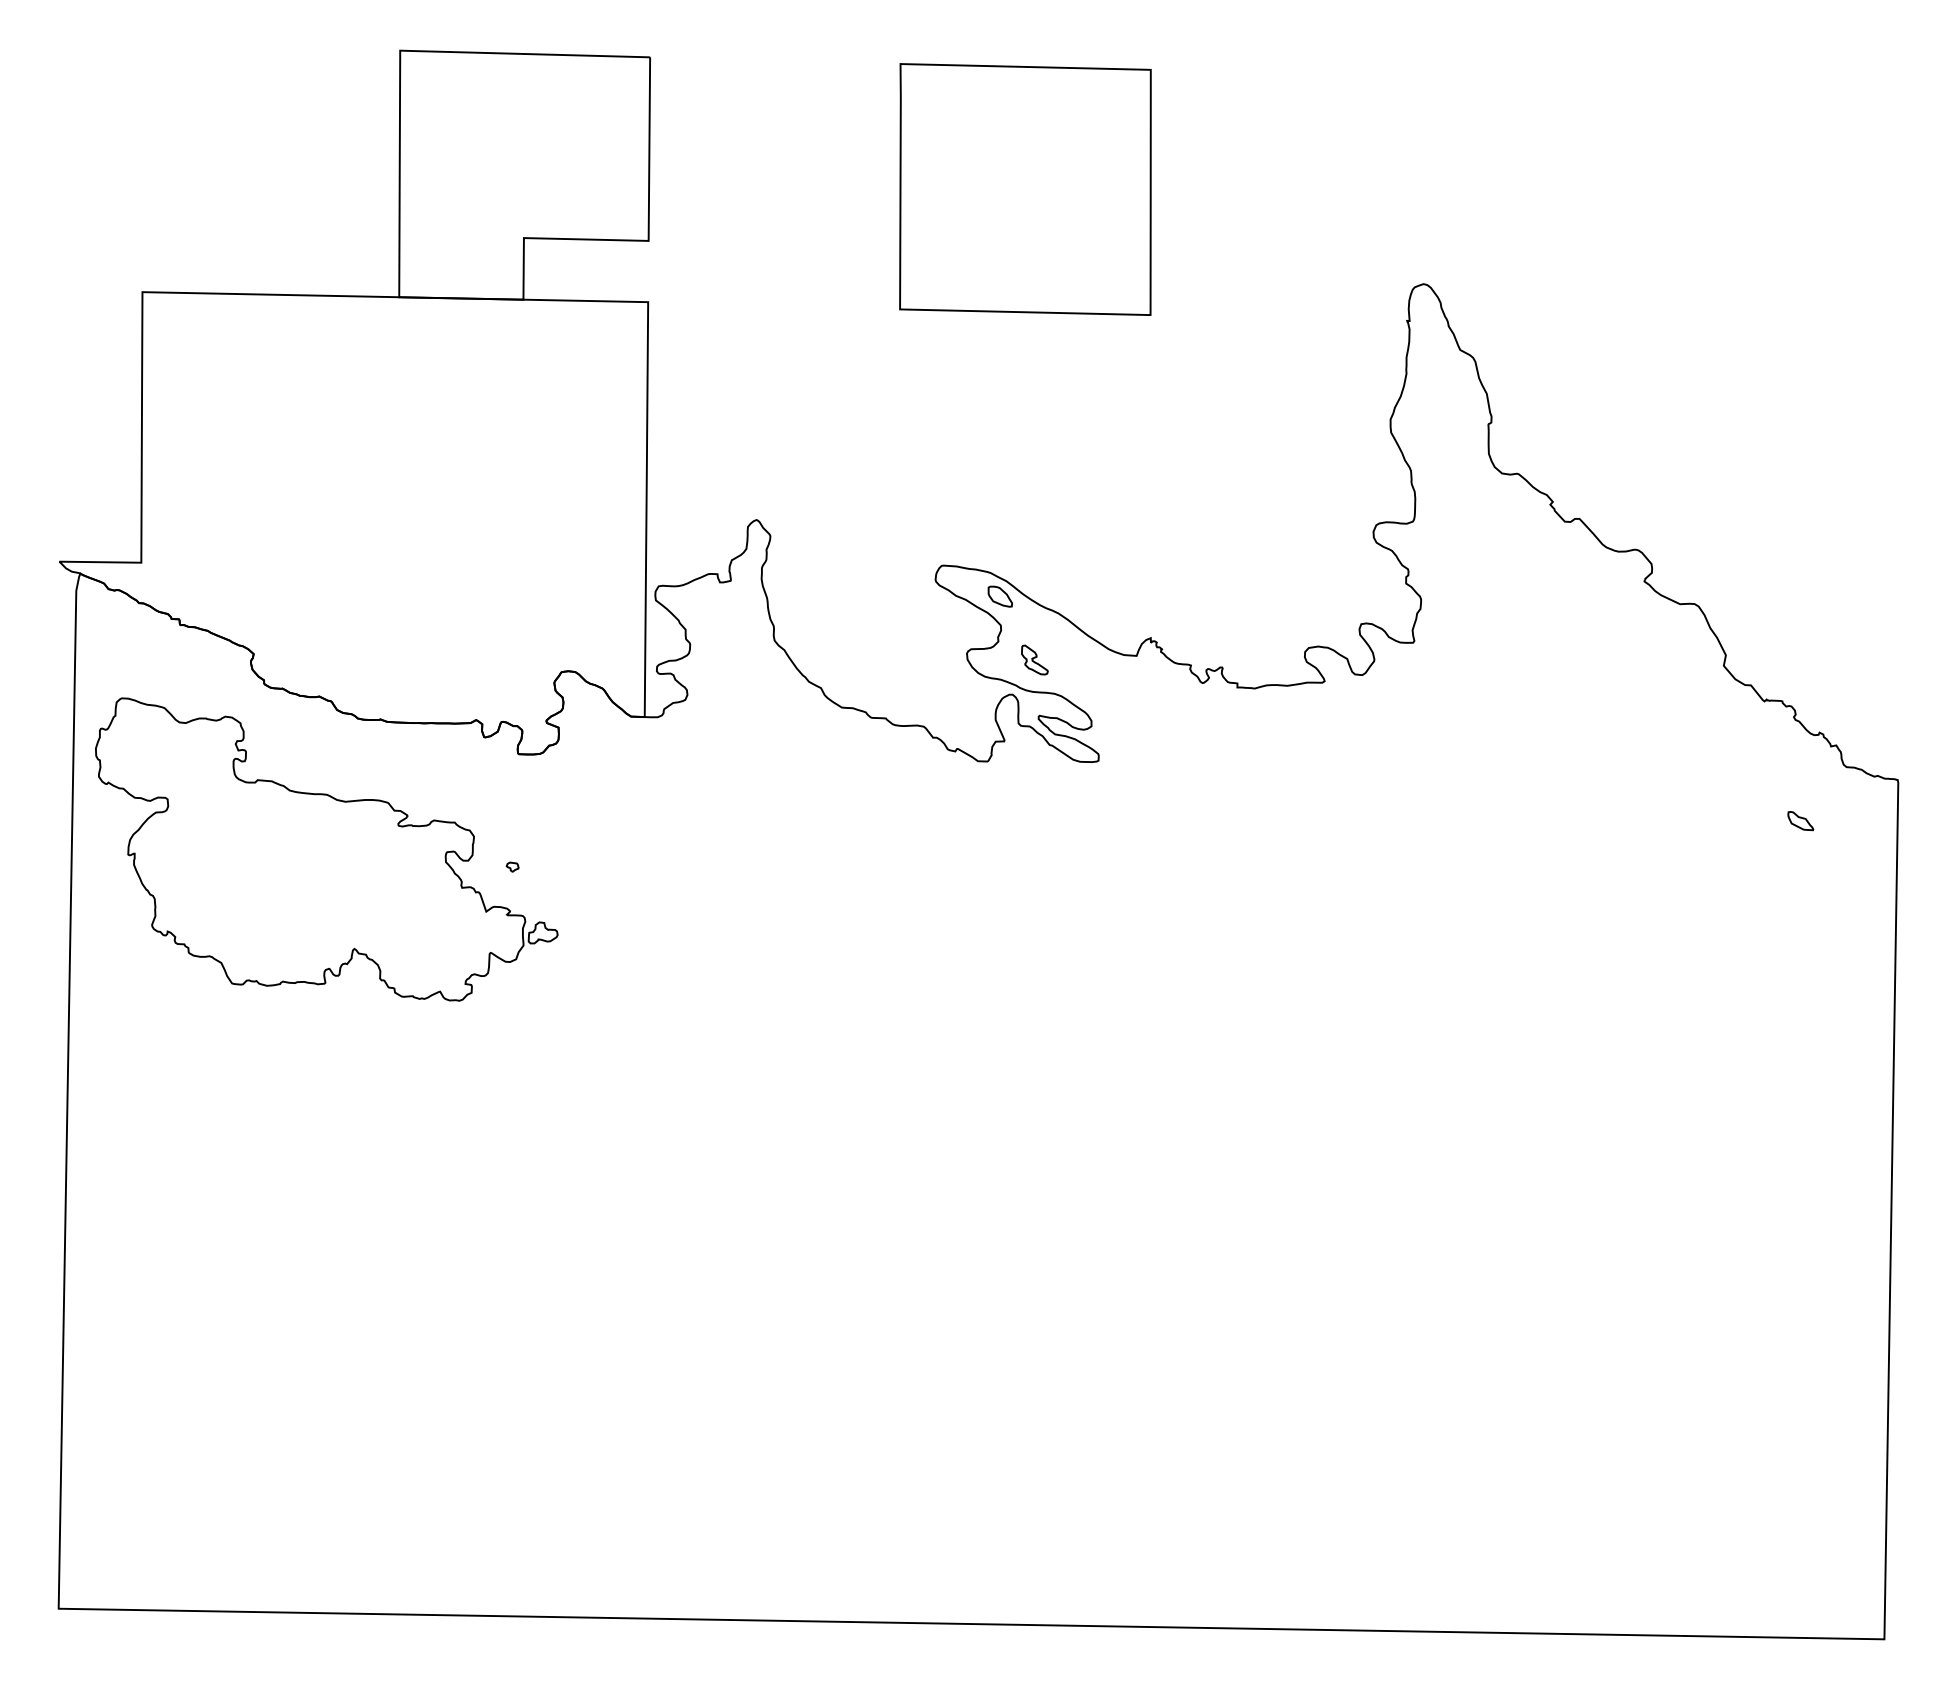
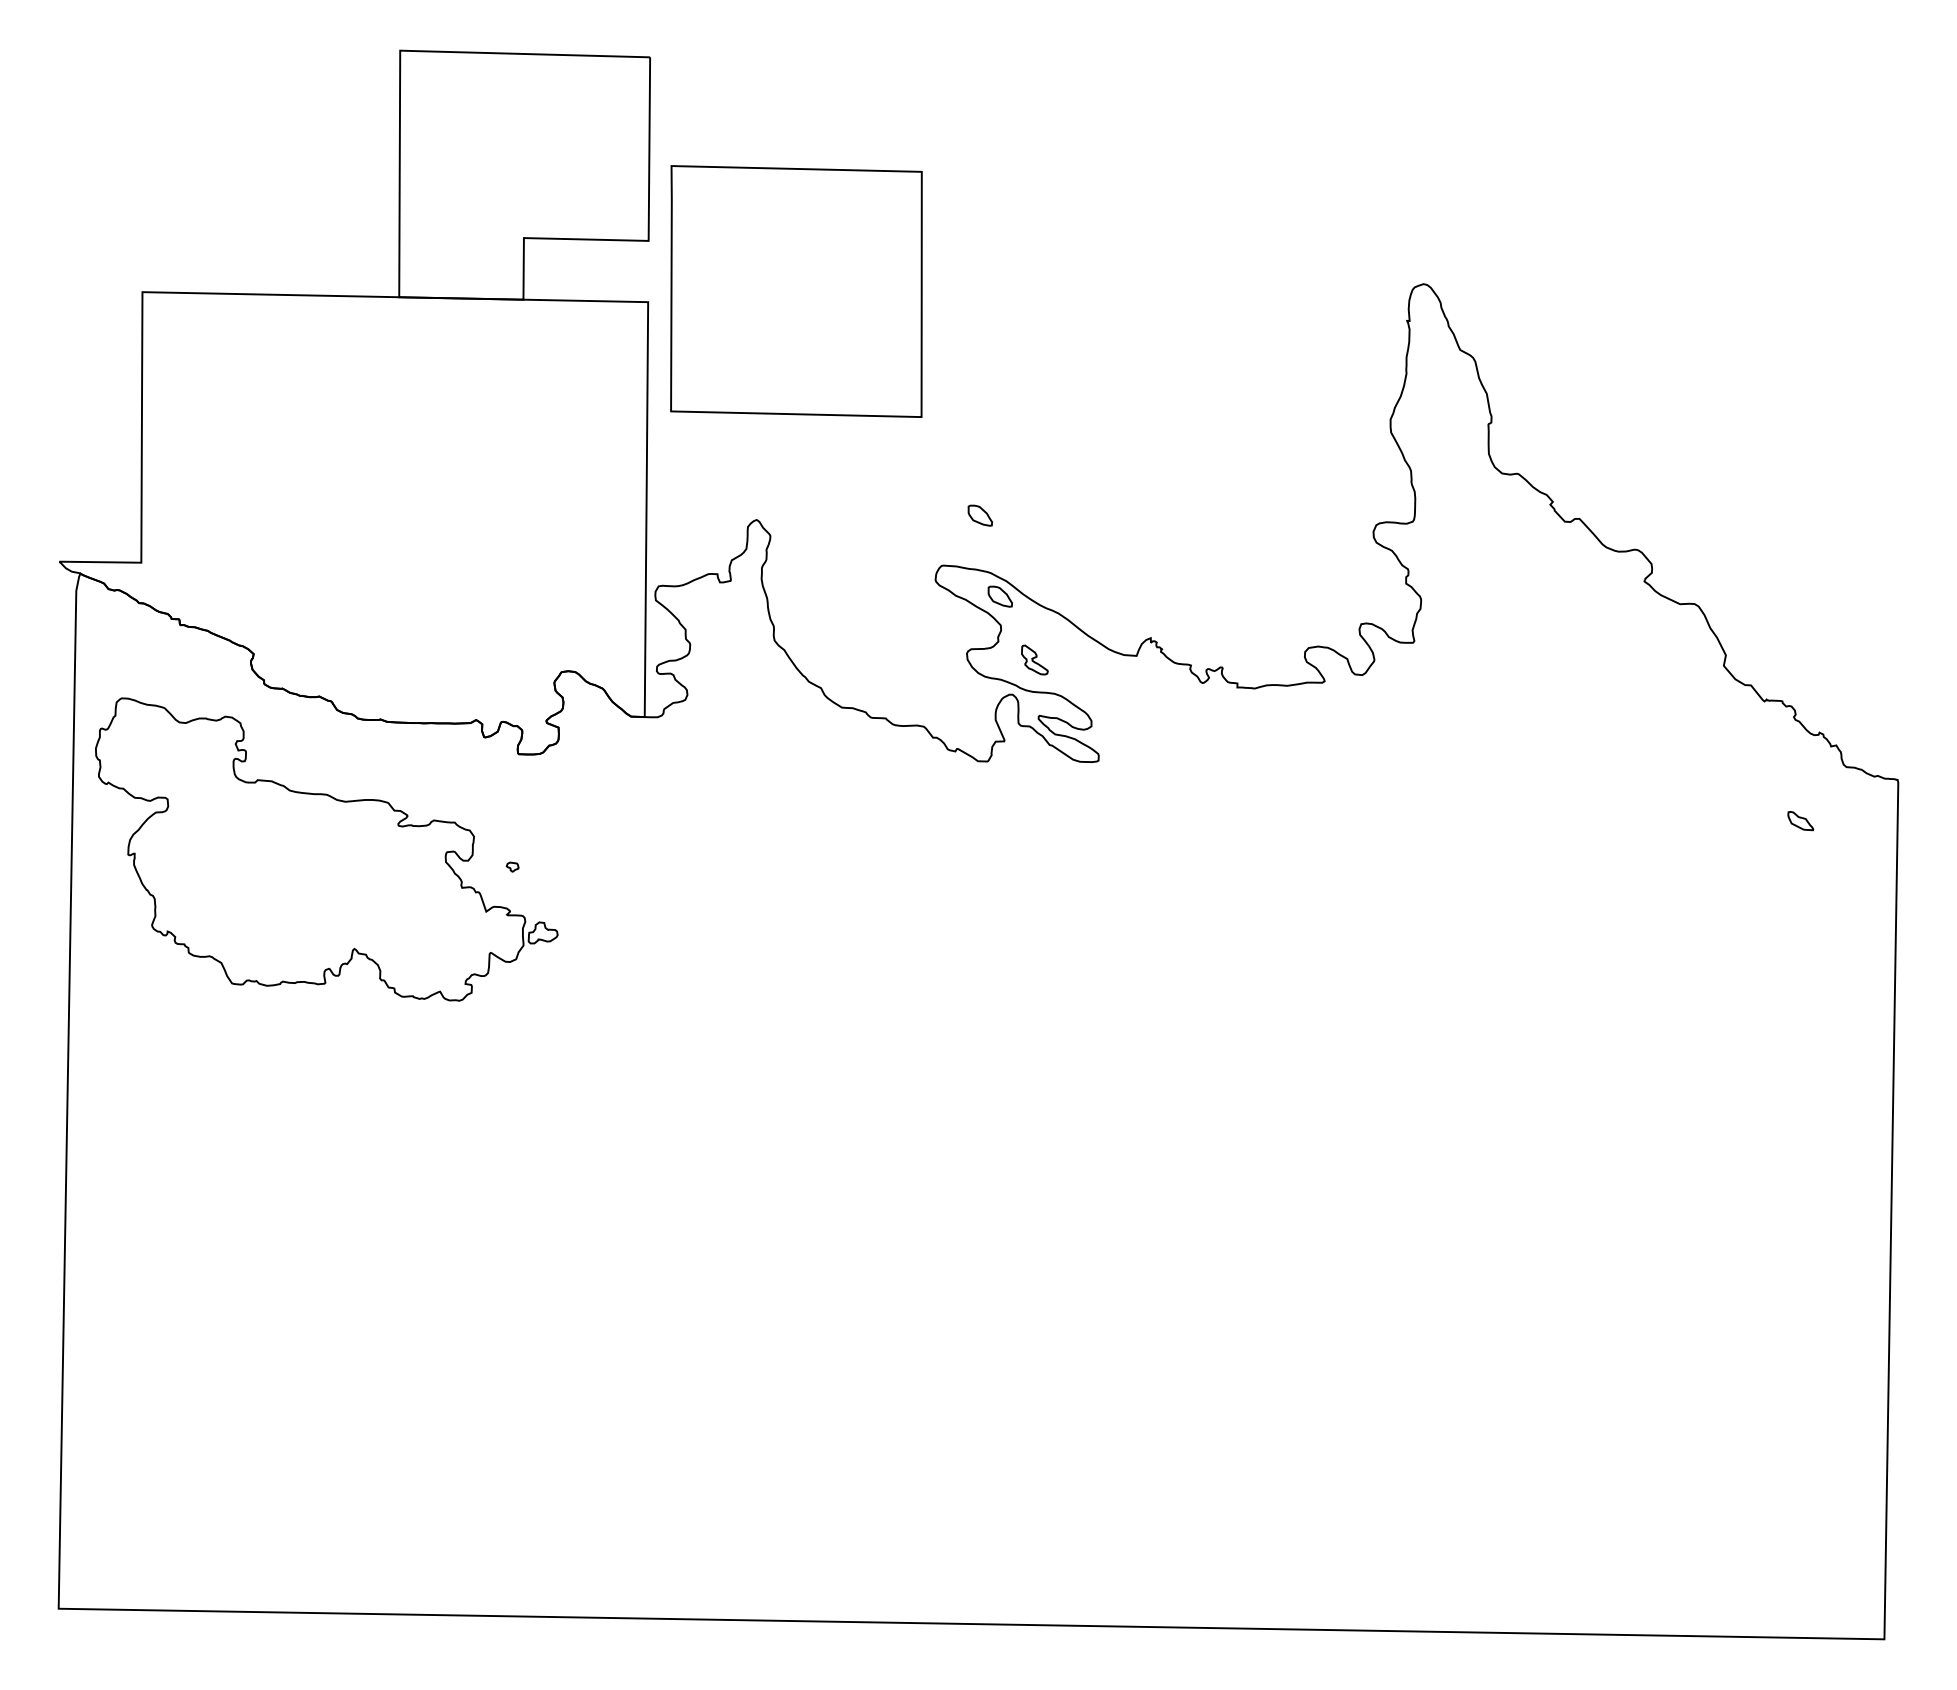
part at (1025, 189) position: (1025, 189) -> (796, 291)
part at (979, 515): none -> present
